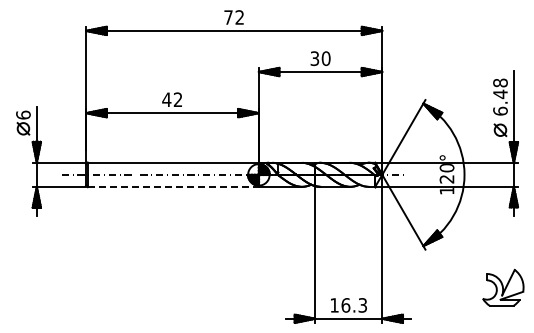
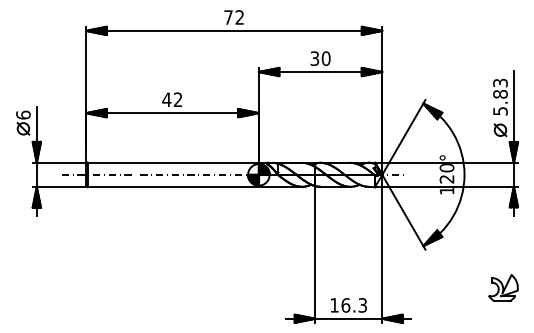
text at (500, 96): 6.48 -> 5.83
line at (173, 187): dashed -> solid
part at (503, 287) size: 43x39 px -> 31x28 px
